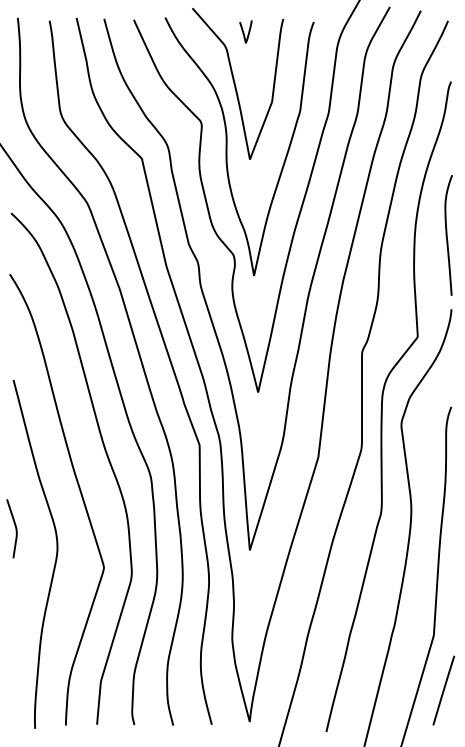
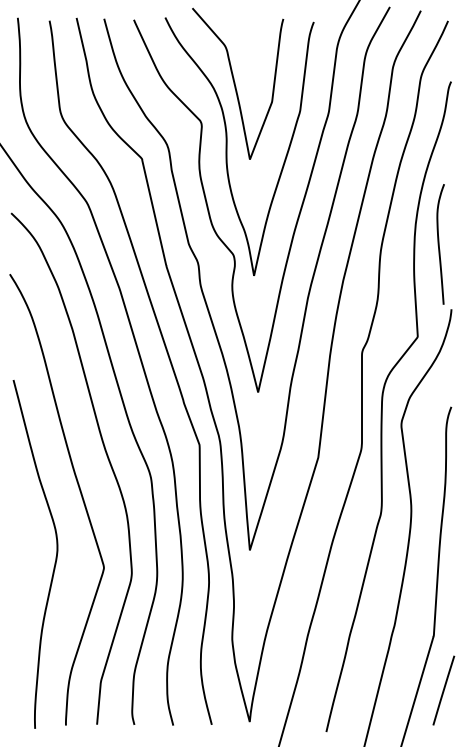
curve at (244, 32): present -> none
curve at (447, 235) position: (447, 235) -> (439, 244)
curve at (14, 526): present -> none
